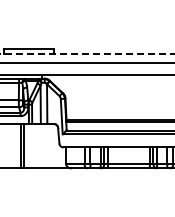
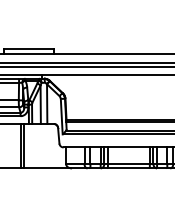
line at (87, 54): dashed -> solid
line at (86, 67): none -> present
